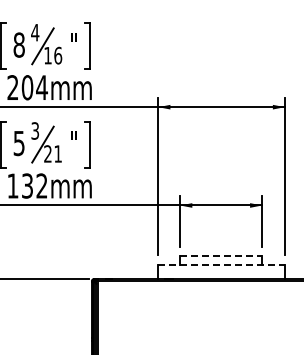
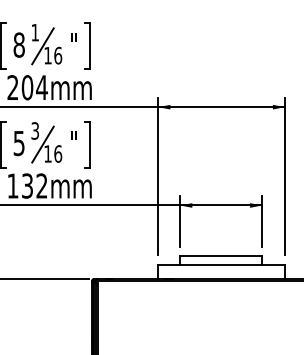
text at (35, 32): 4 -> 1
text at (53, 153): 21 -> 16
line at (221, 256): dashed -> solid
line at (222, 264): dashed -> solid
